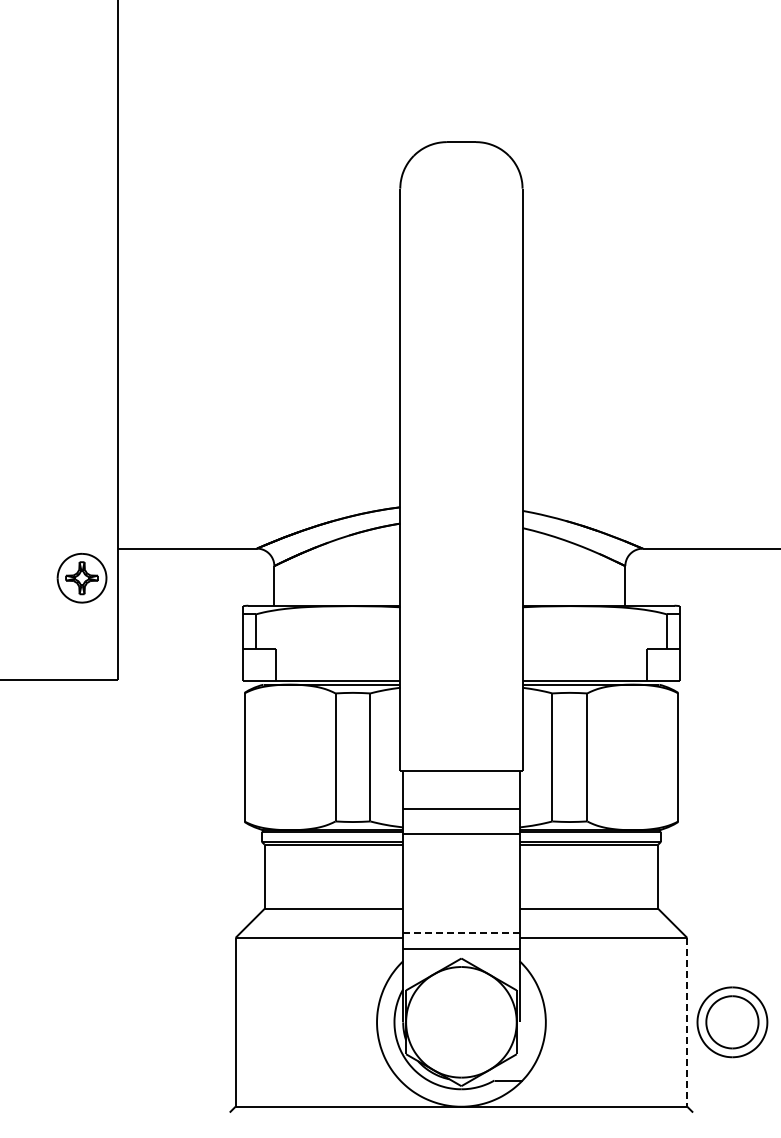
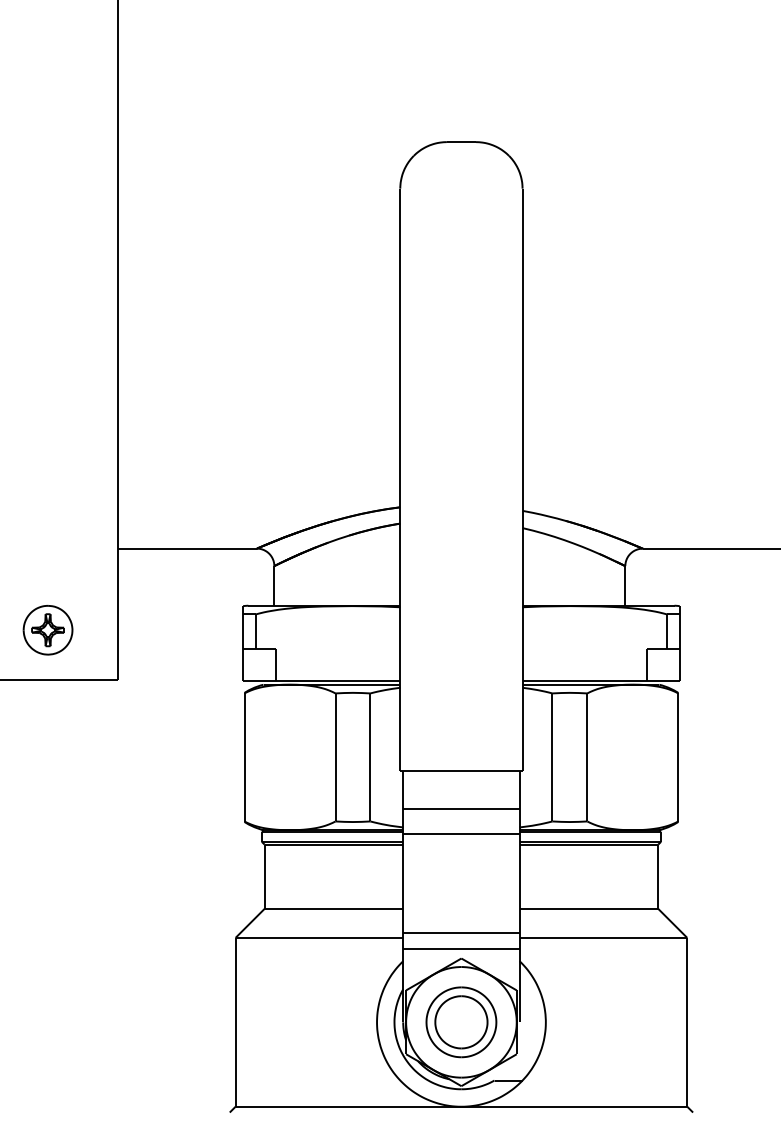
part at (81, 578) position: (81, 578) -> (47, 630)
line at (460, 933): dashed -> solid
line at (687, 1022): dashed -> solid
part at (732, 1022) position: (732, 1022) -> (461, 1022)
